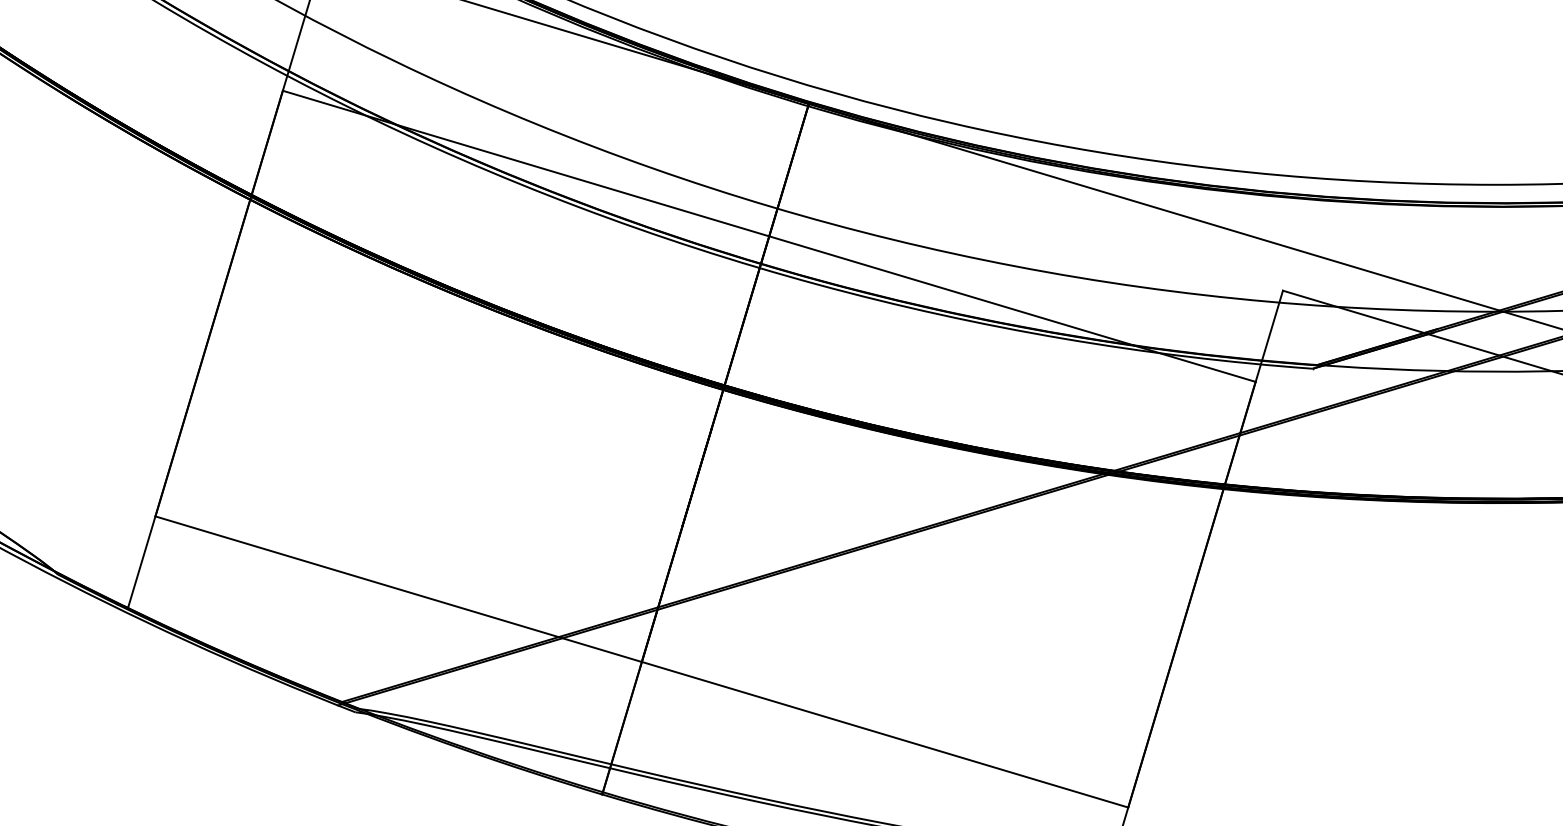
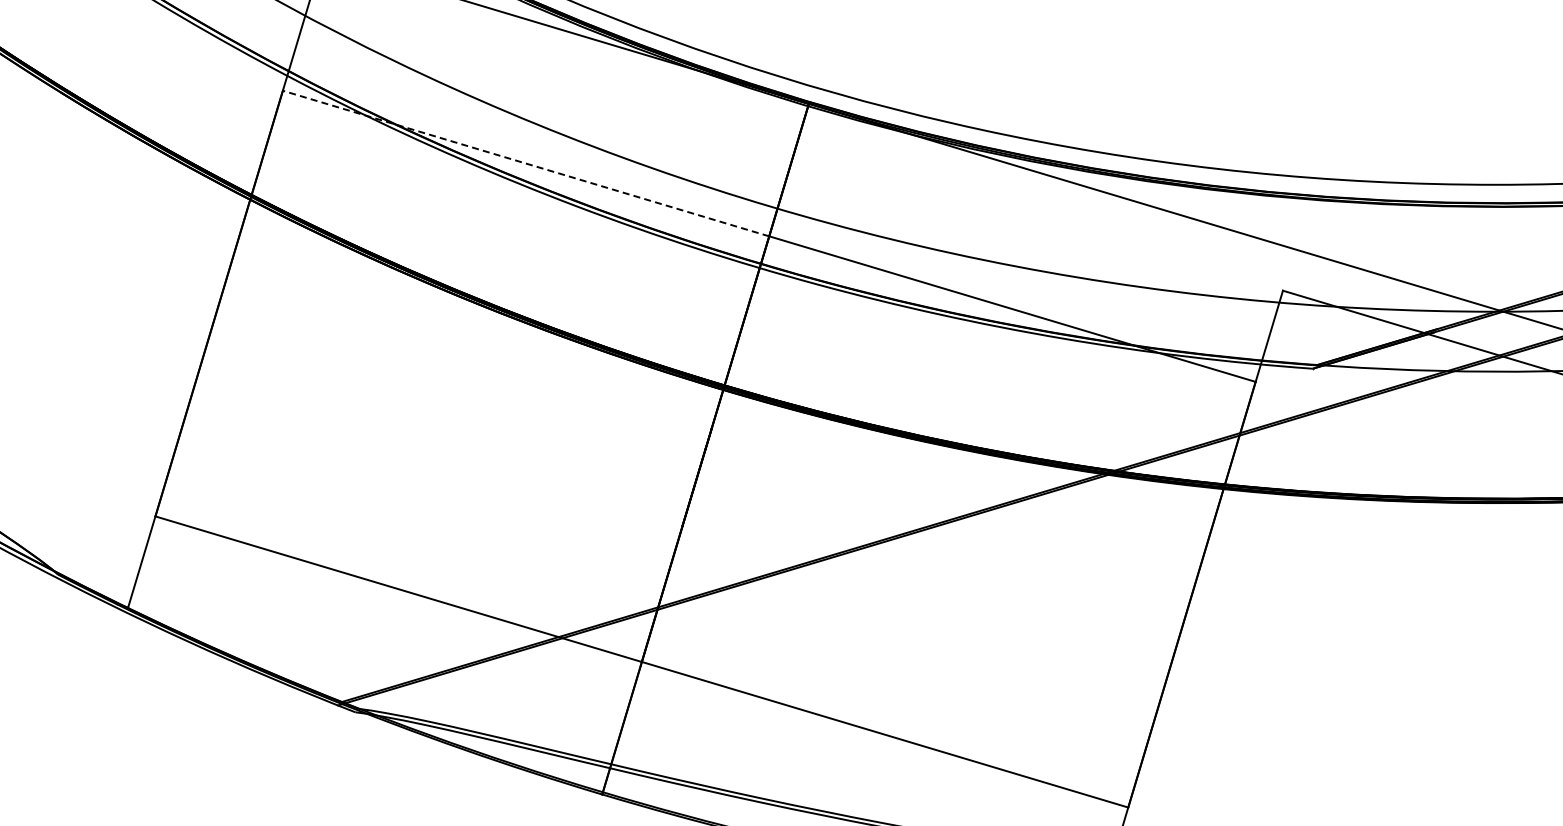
line at (526, 163): solid -> dashed
